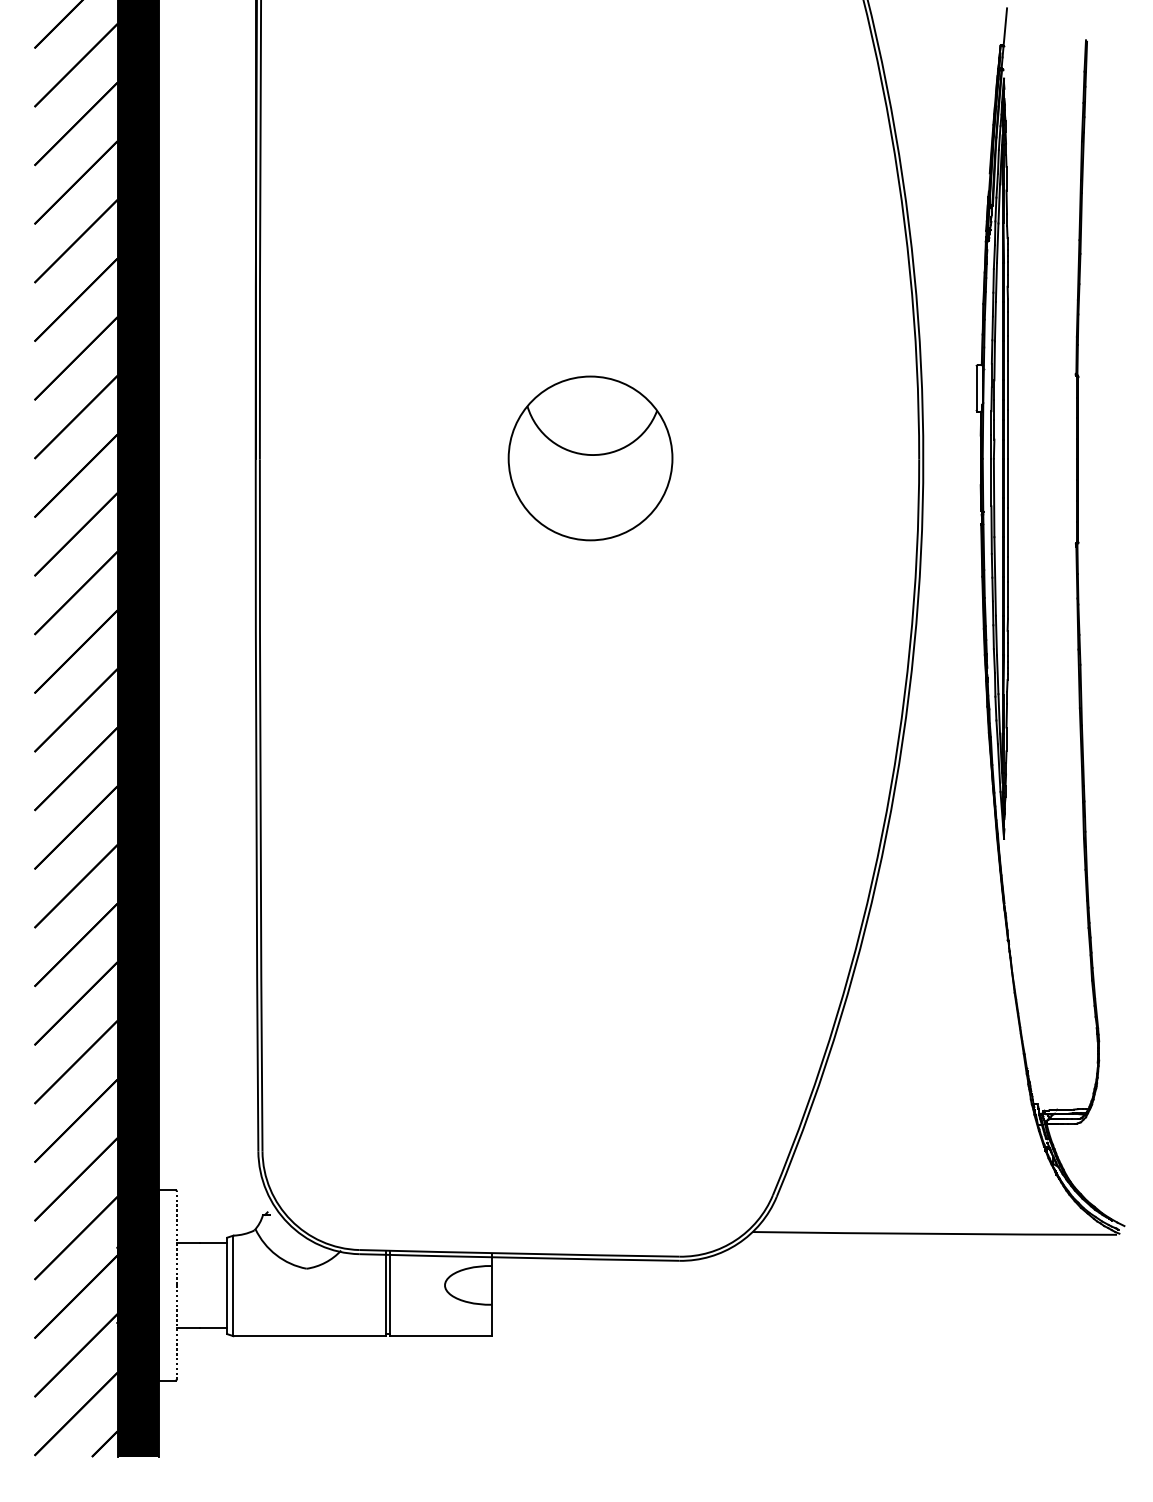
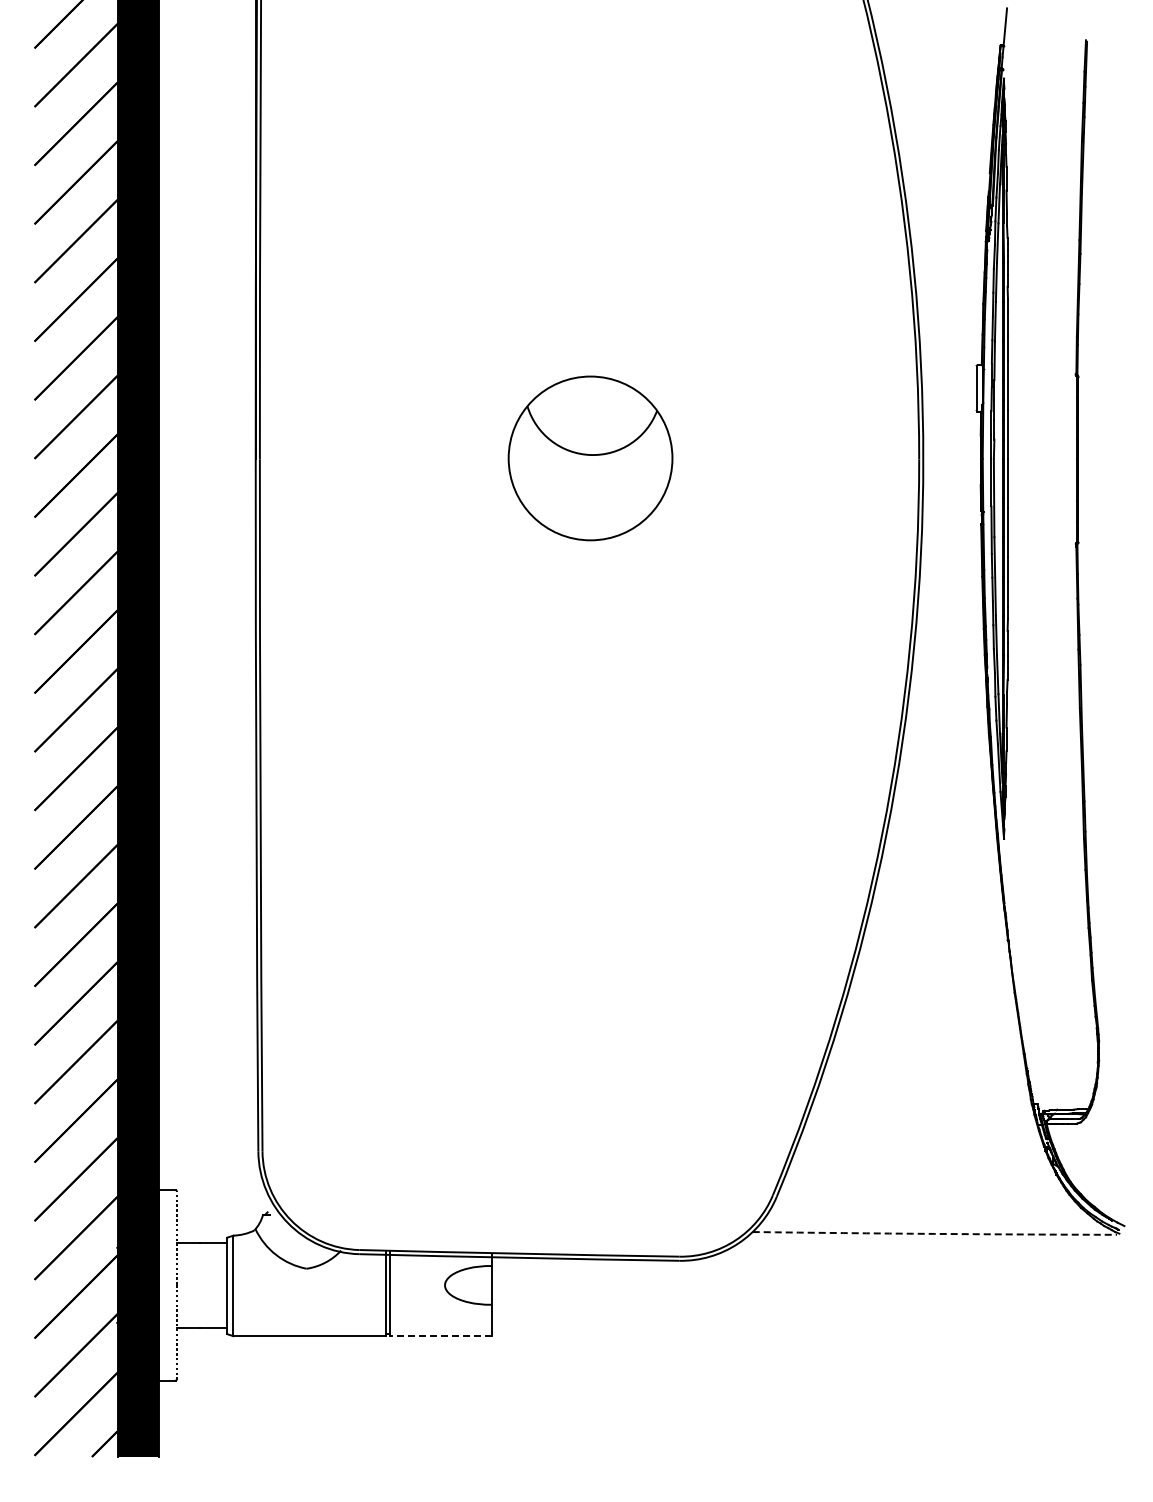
arc at (934, 1233): solid -> dashed
line at (440, 1336): solid -> dashed
